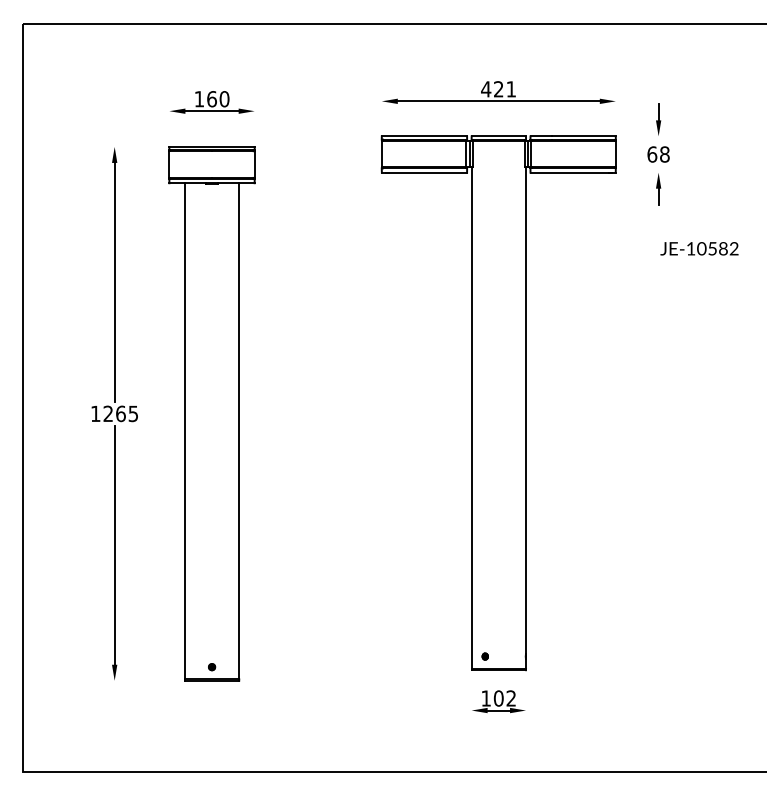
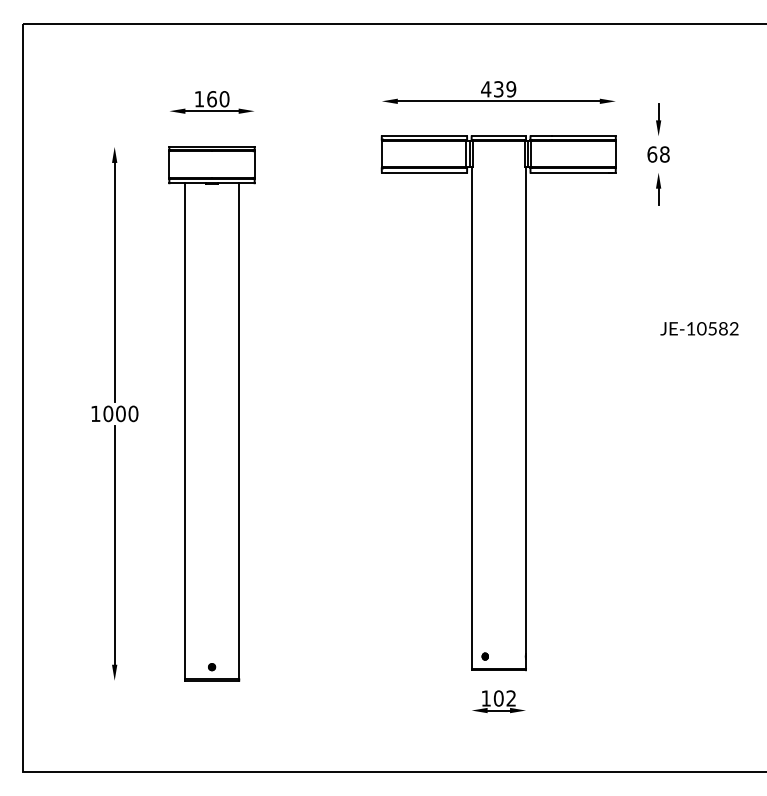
text at (505, 89): 421 -> 439
text at (699, 248) position: (699, 248) -> (699, 328)
text at (120, 413): 1265 -> 1000
